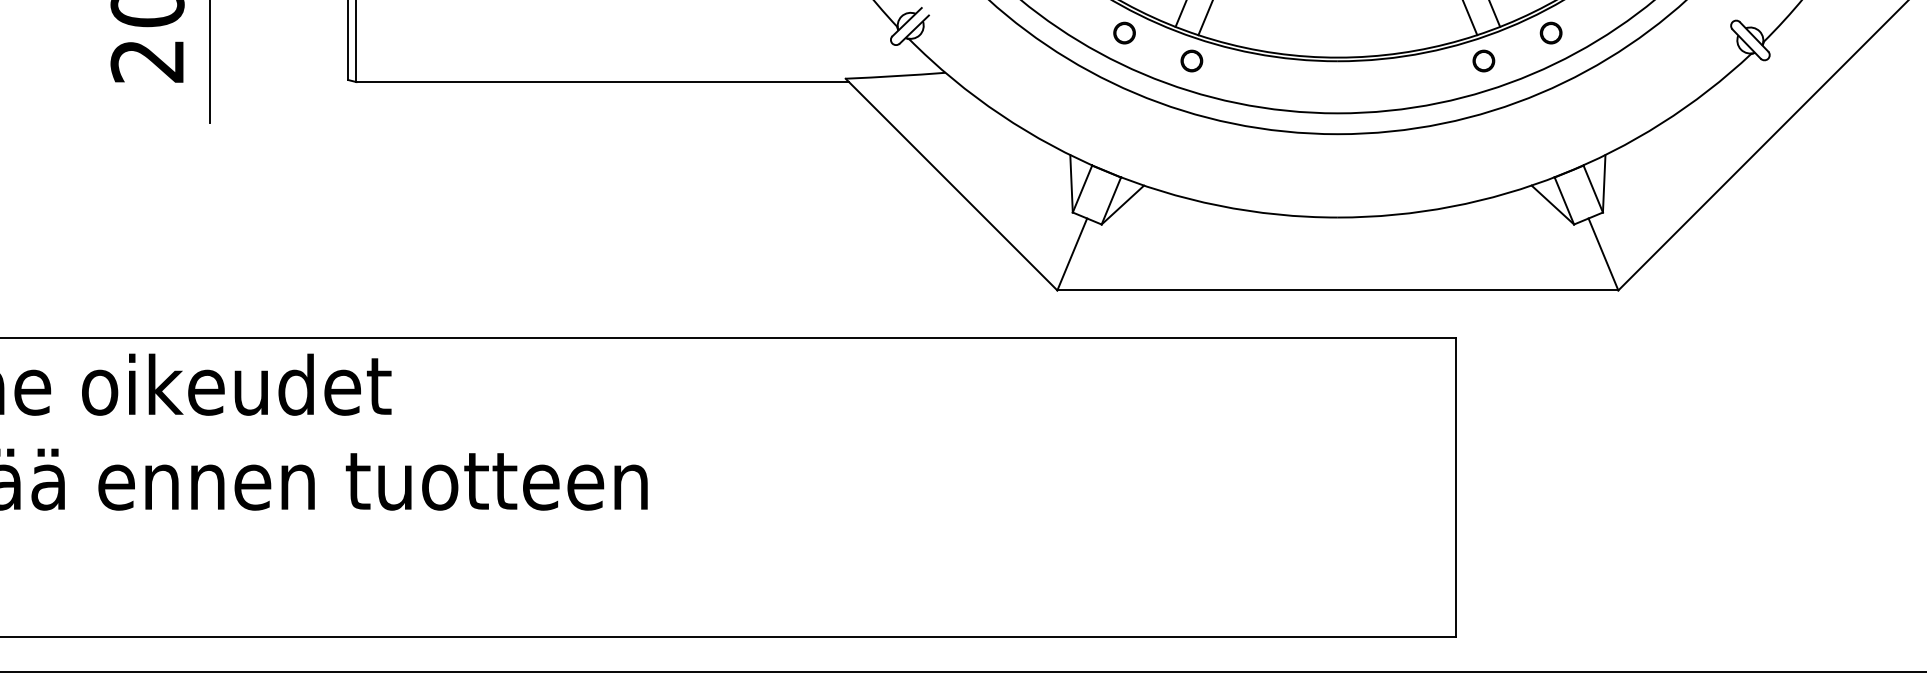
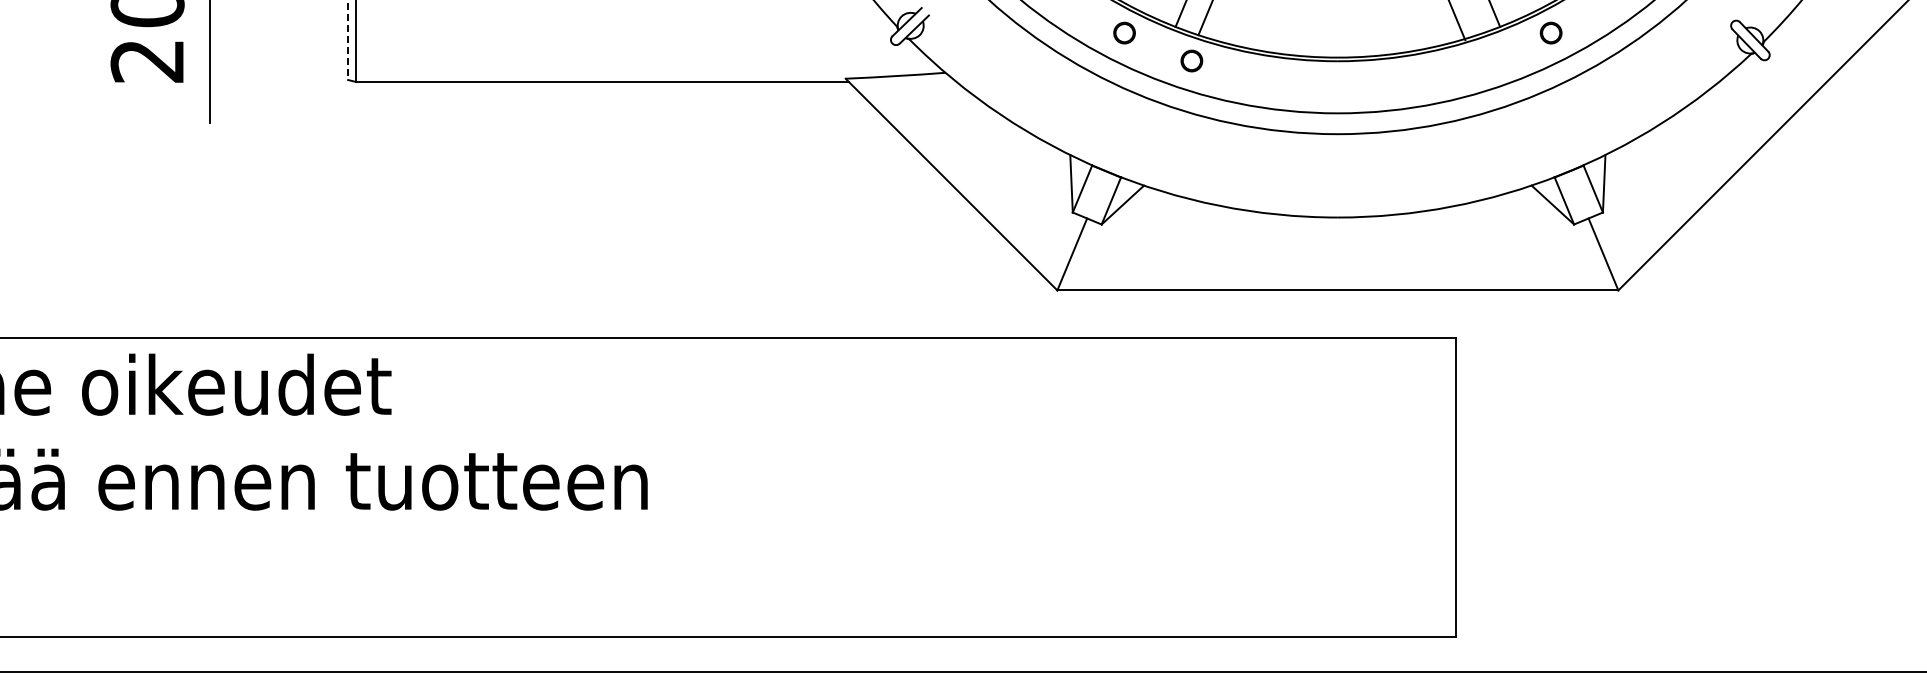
line at (1470, 18) position: (1470, 18) -> (1457, 21)
line at (348, 40): solid -> dashed
part at (1483, 60): present -> none
